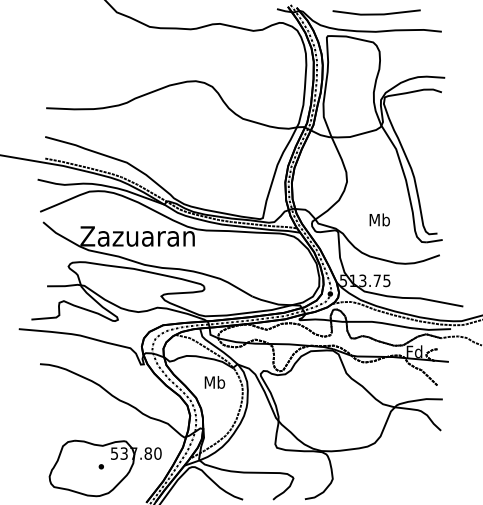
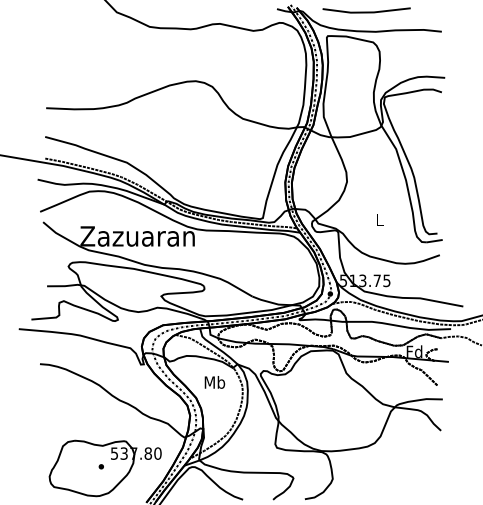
line at (376, 13) position: (376, 13) -> (366, 11)
text at (379, 219): Mb -> L
